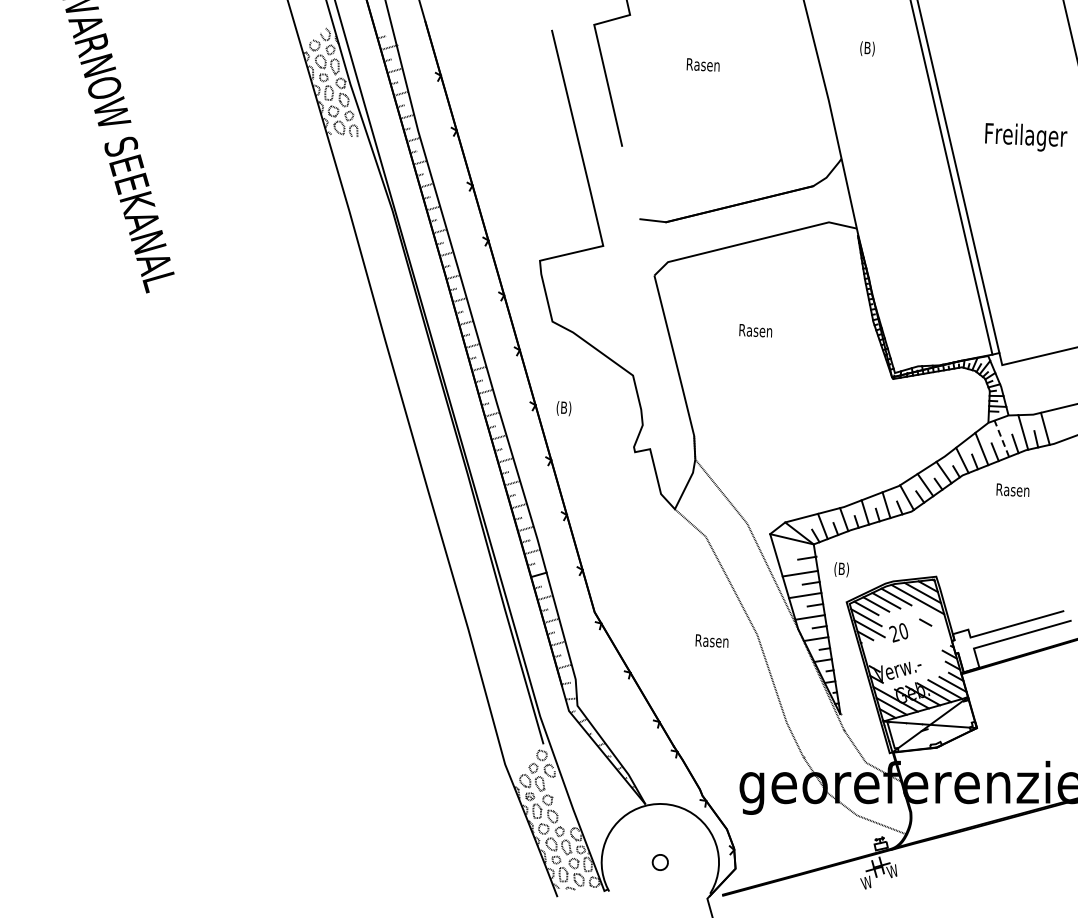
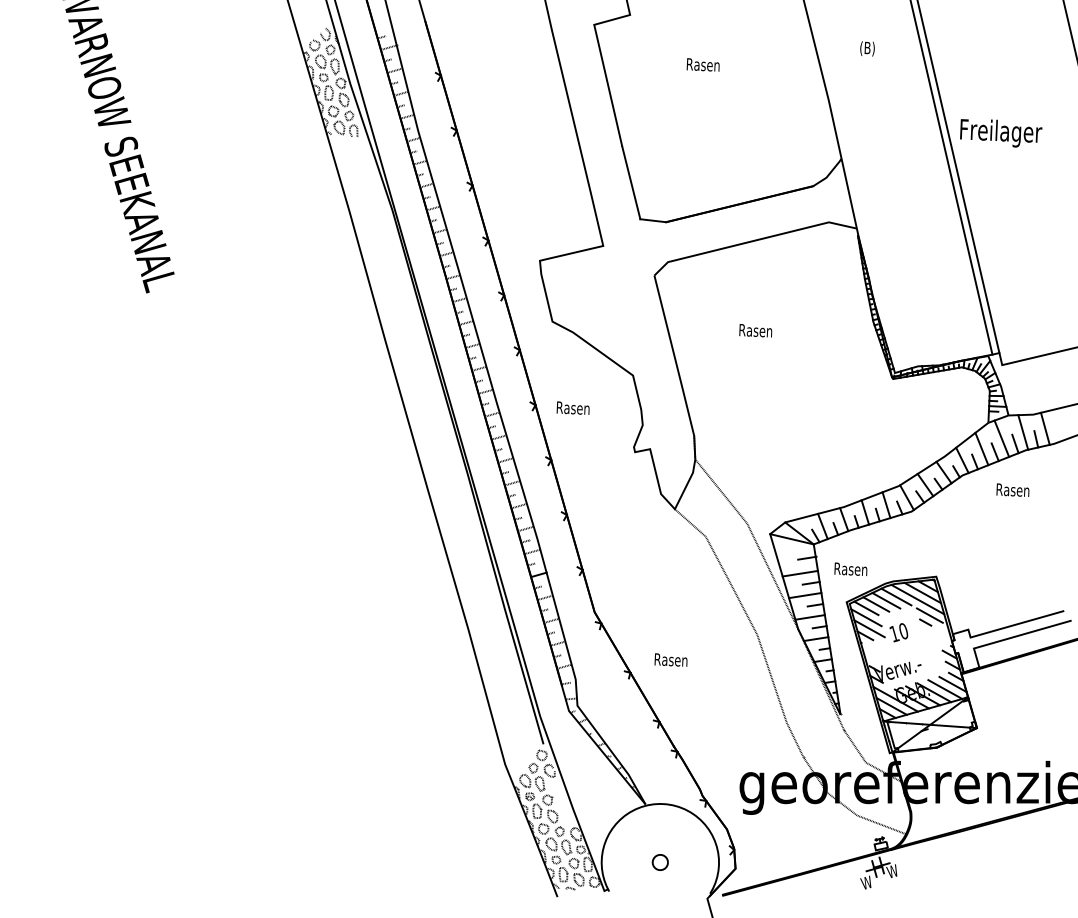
line at (548, 15): none -> present
text at (1026, 137) position: (1026, 137) -> (1001, 133)
line at (631, 182): none -> present
text at (572, 408): (B) -> Rasen
line at (1001, 438): dashed -> solid
text at (850, 569): (B) -> Rasen
line at (929, 615): none -> present
text at (894, 633): 20 -> 10
text at (711, 640) position: (711, 640) -> (670, 659)
